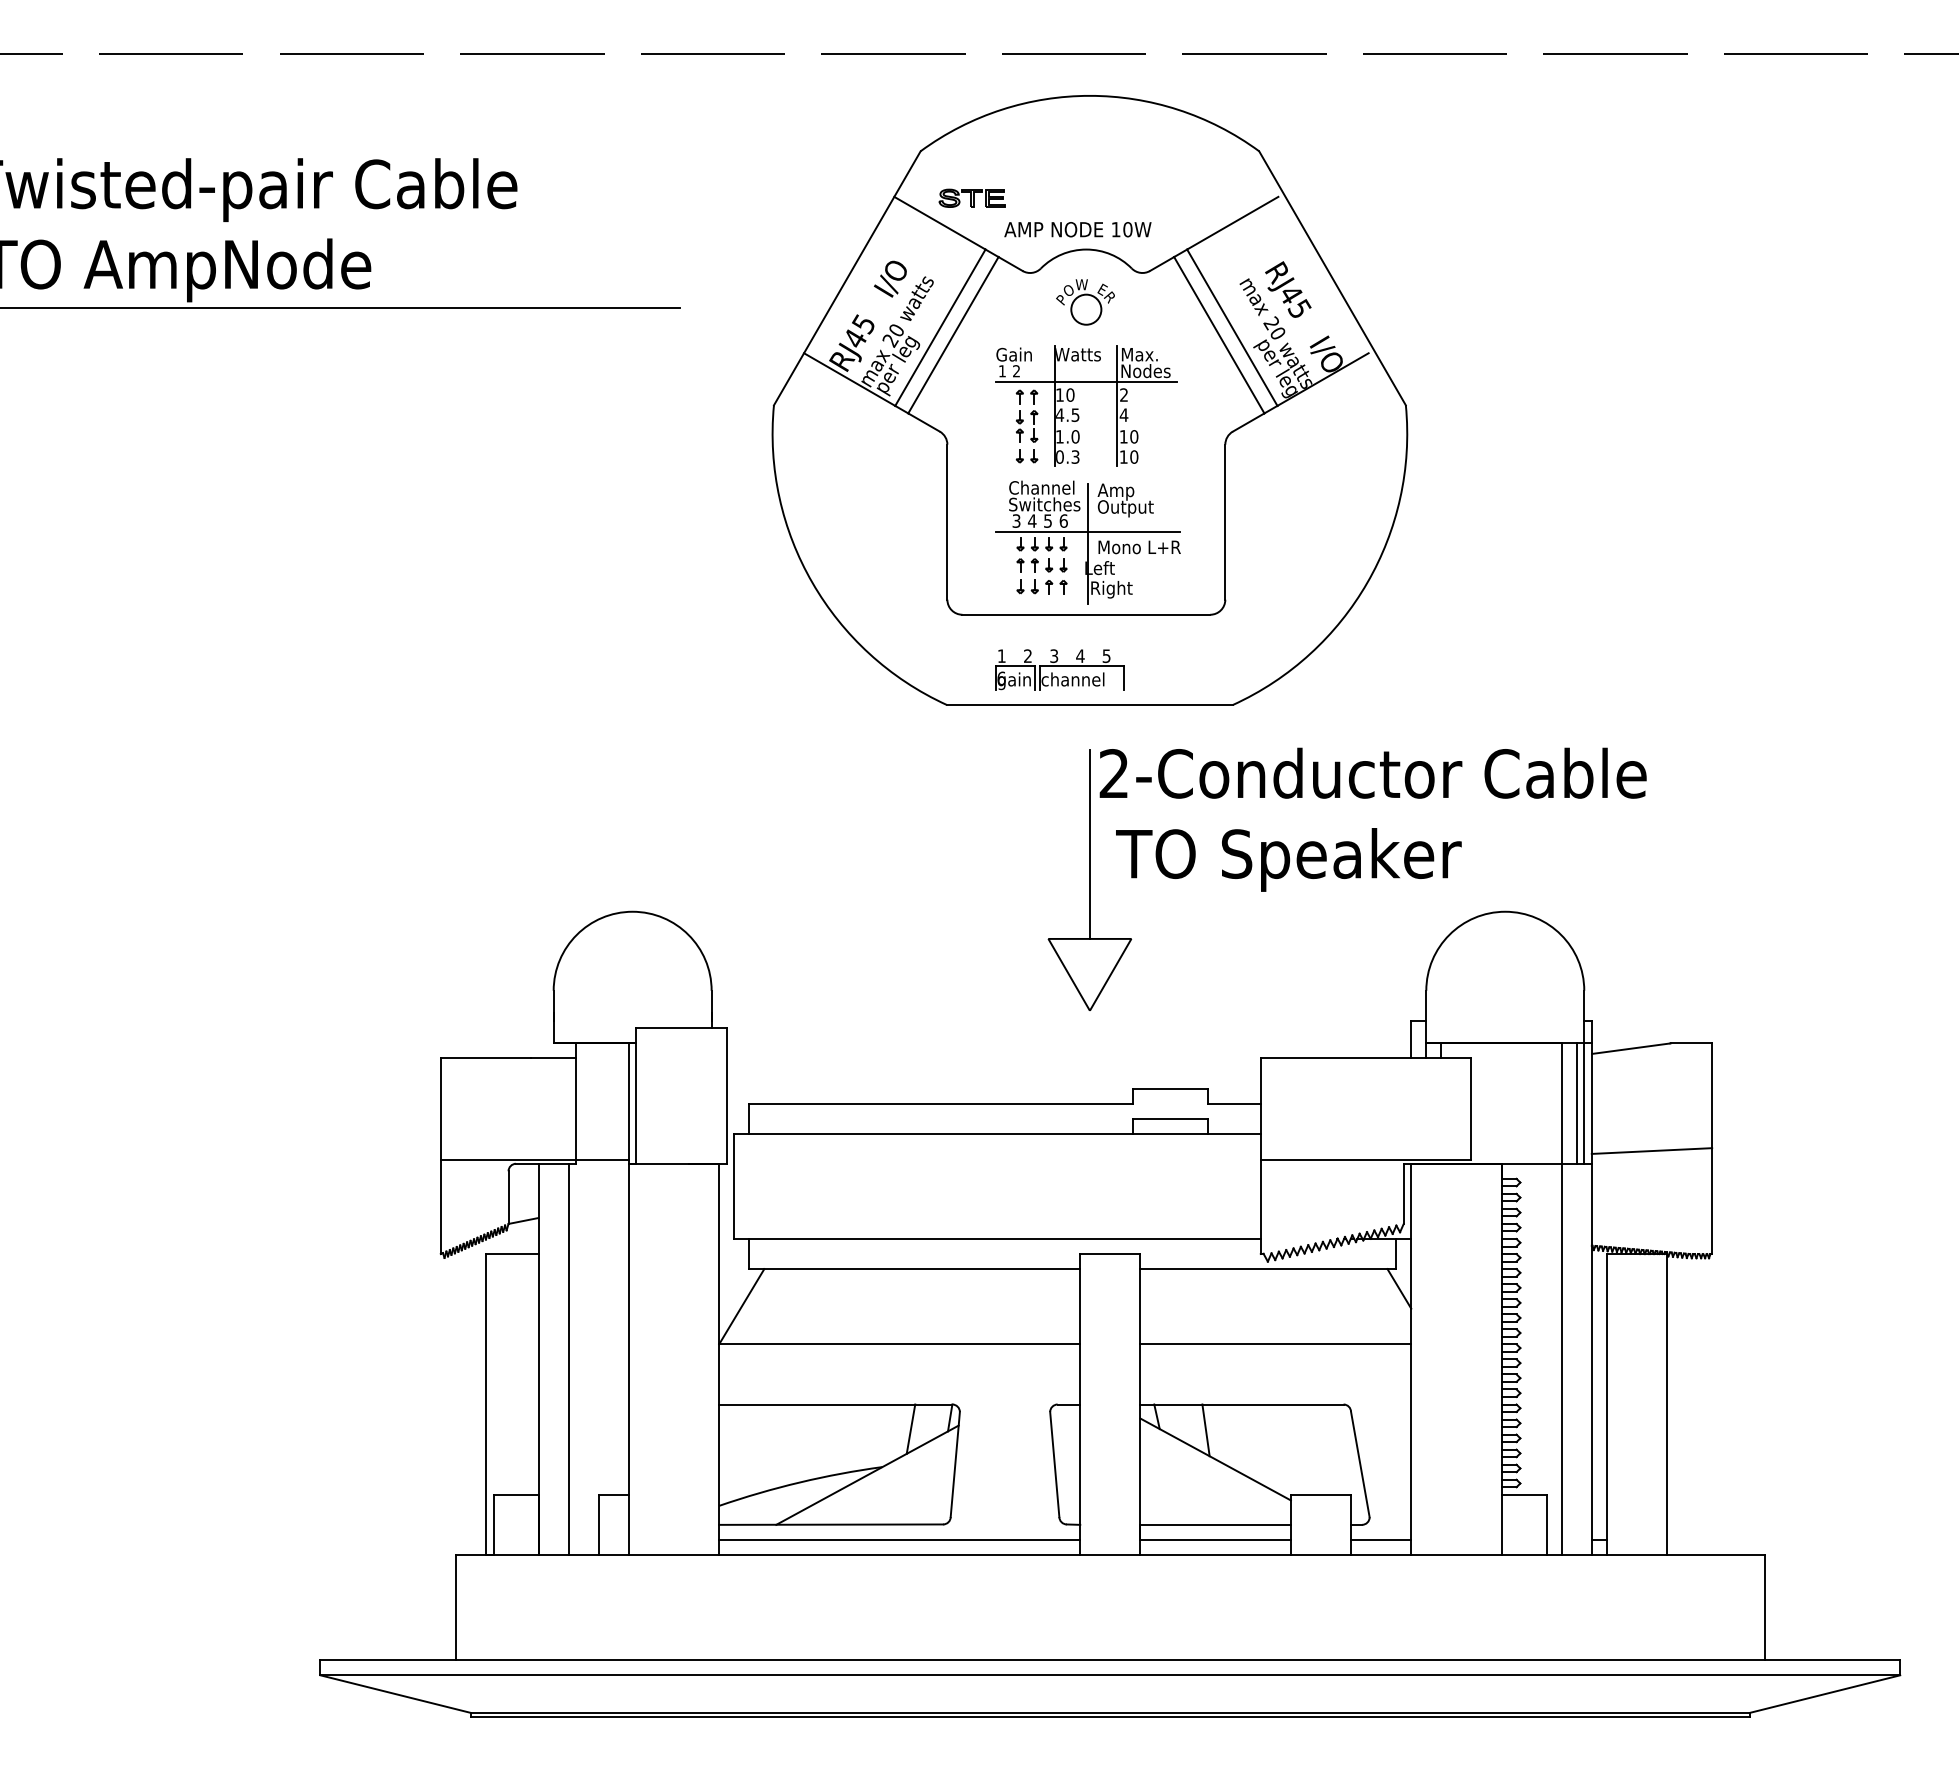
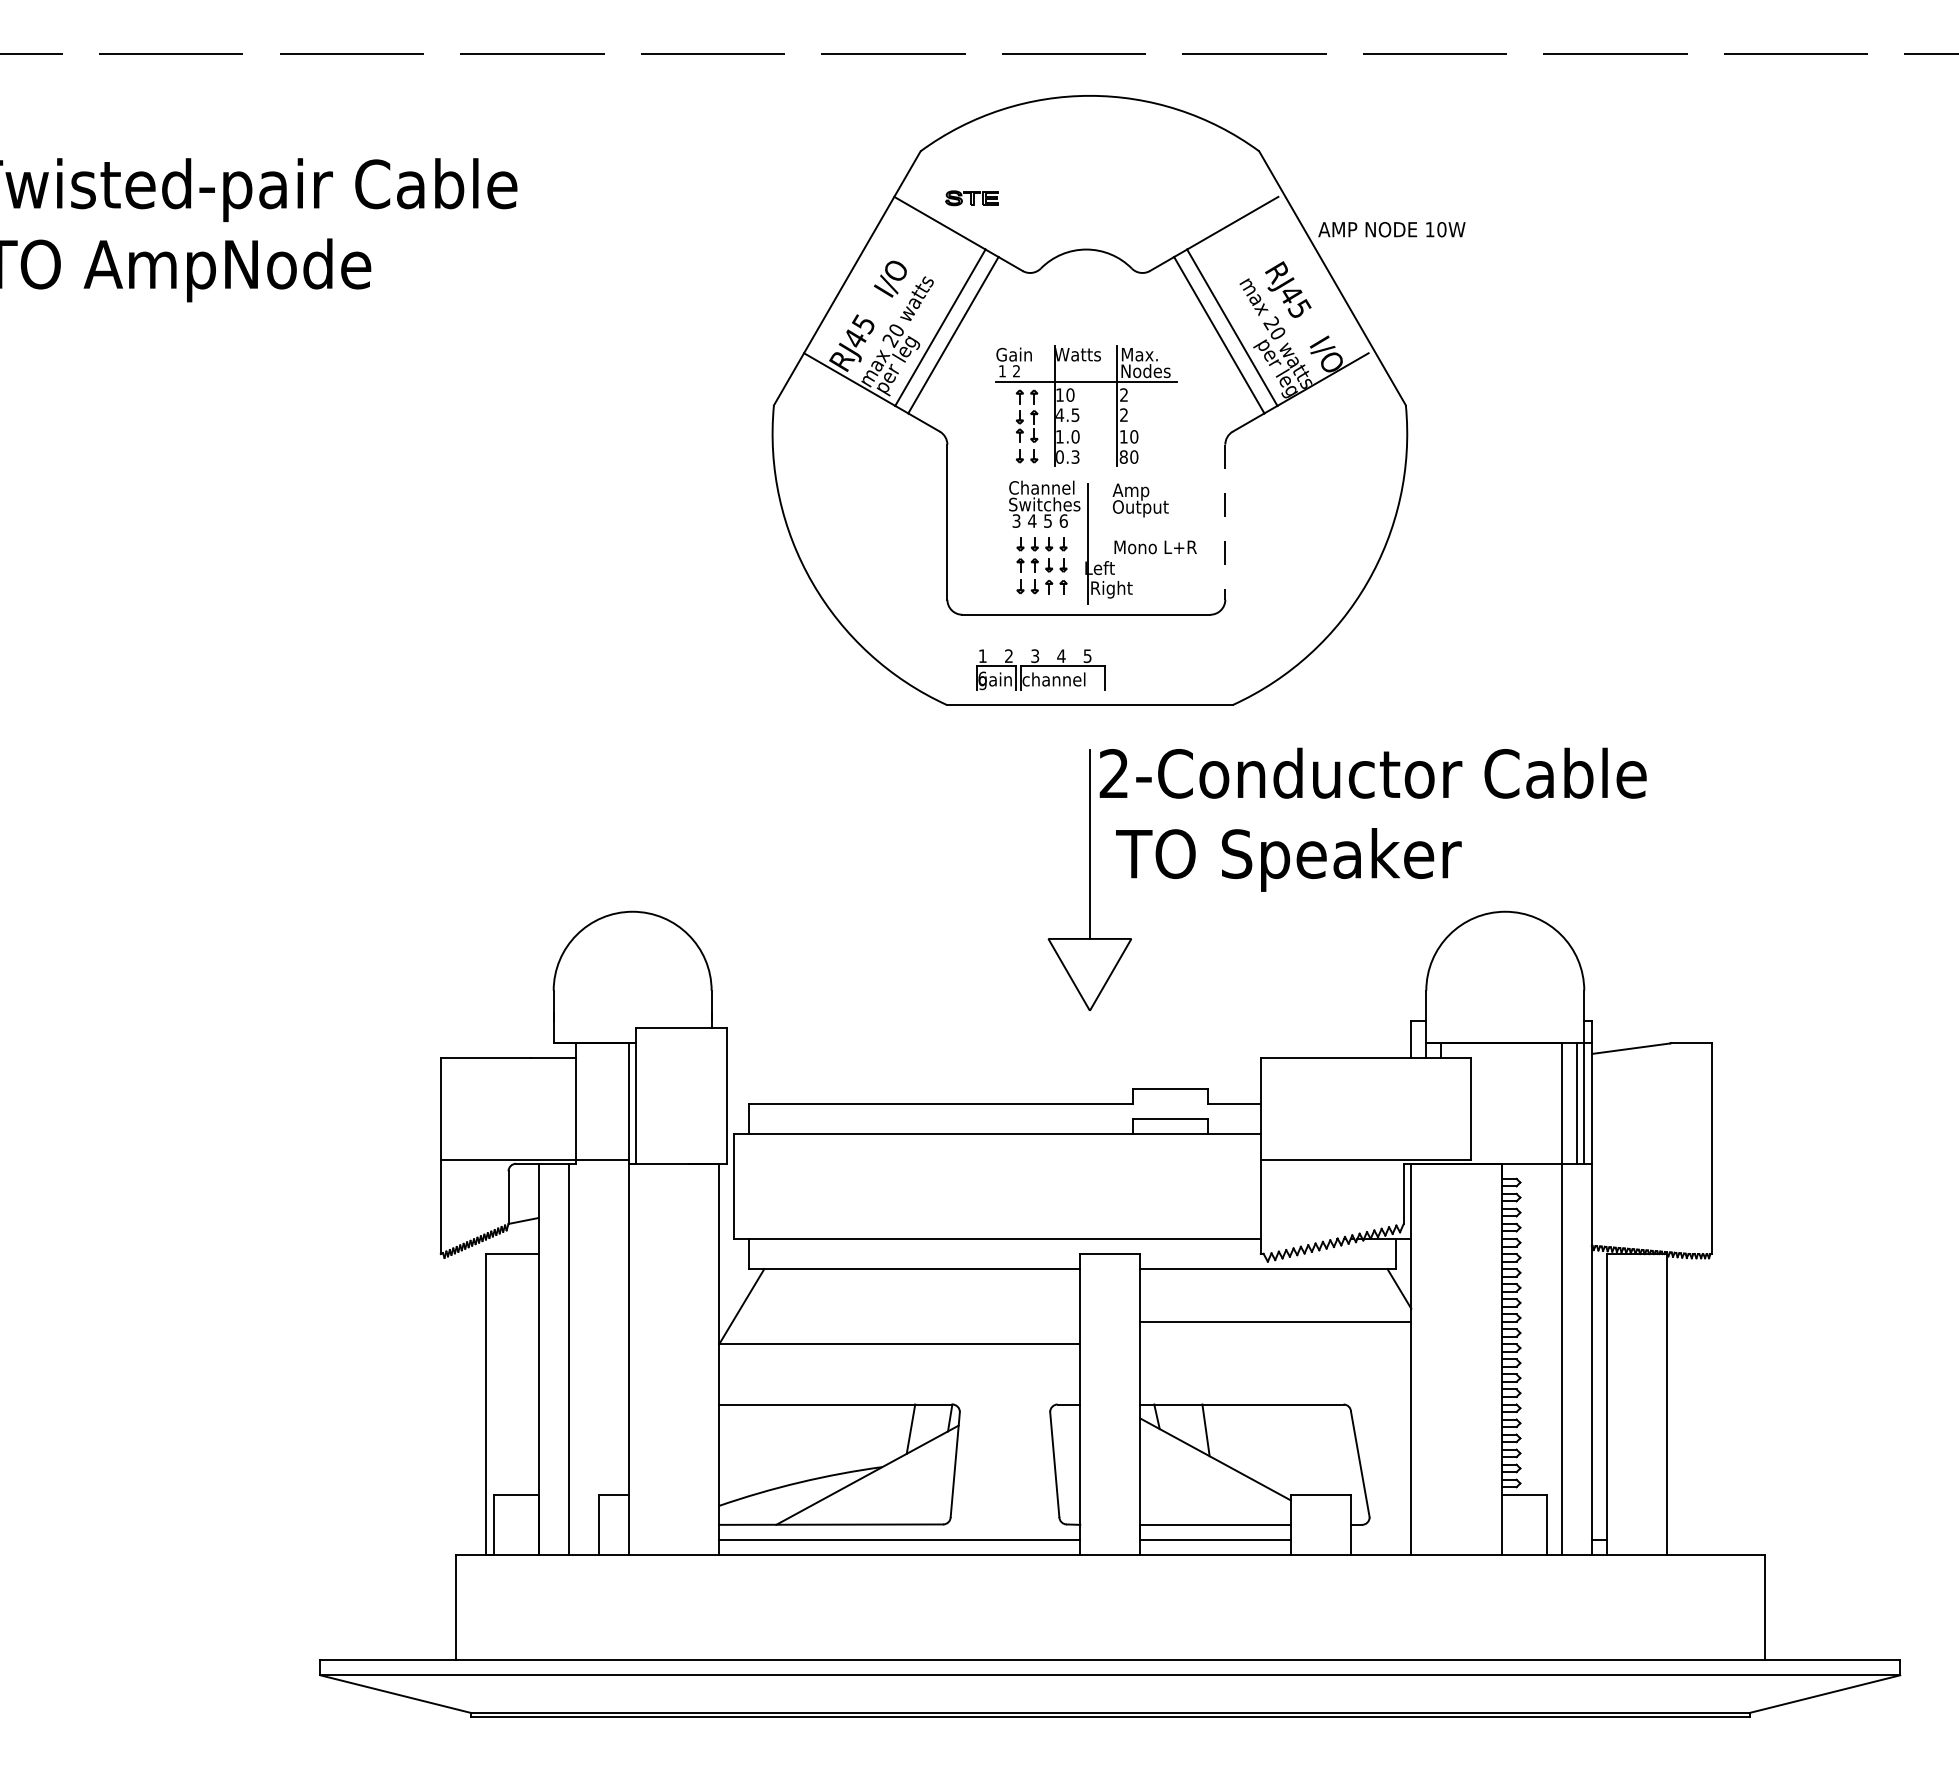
part at (971, 197) size: 68x20 px -> 54x17 px
text at (1077, 229) position: (1077, 229) -> (1391, 229)
part at (1085, 302): present -> none
line at (340, 308): present -> none
text at (1123, 414): 4 -> 2
text at (1123, 456): 10 -> 80
text at (1125, 500) position: (1125, 500) -> (1140, 500)
line at (1225, 522): solid -> dashed
line at (1087, 531): present -> none
text at (1139, 547) position: (1139, 547) -> (1155, 547)
part at (1059, 669) position: (1059, 669) -> (1040, 669)
line at (1651, 1150): present -> none
line at (1275, 1344) position: (1275, 1344) -> (1275, 1322)
line at (1381, 1539): present -> none
